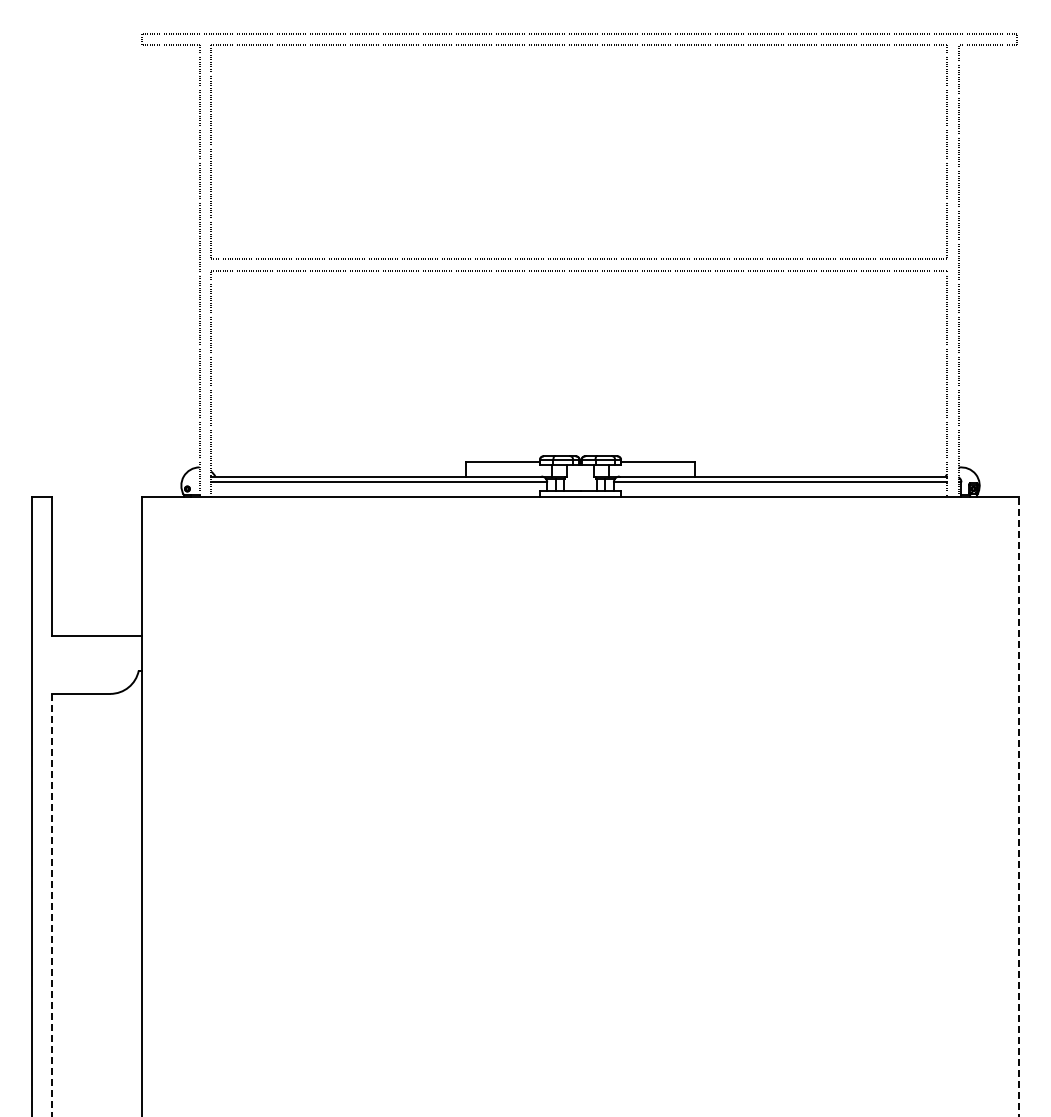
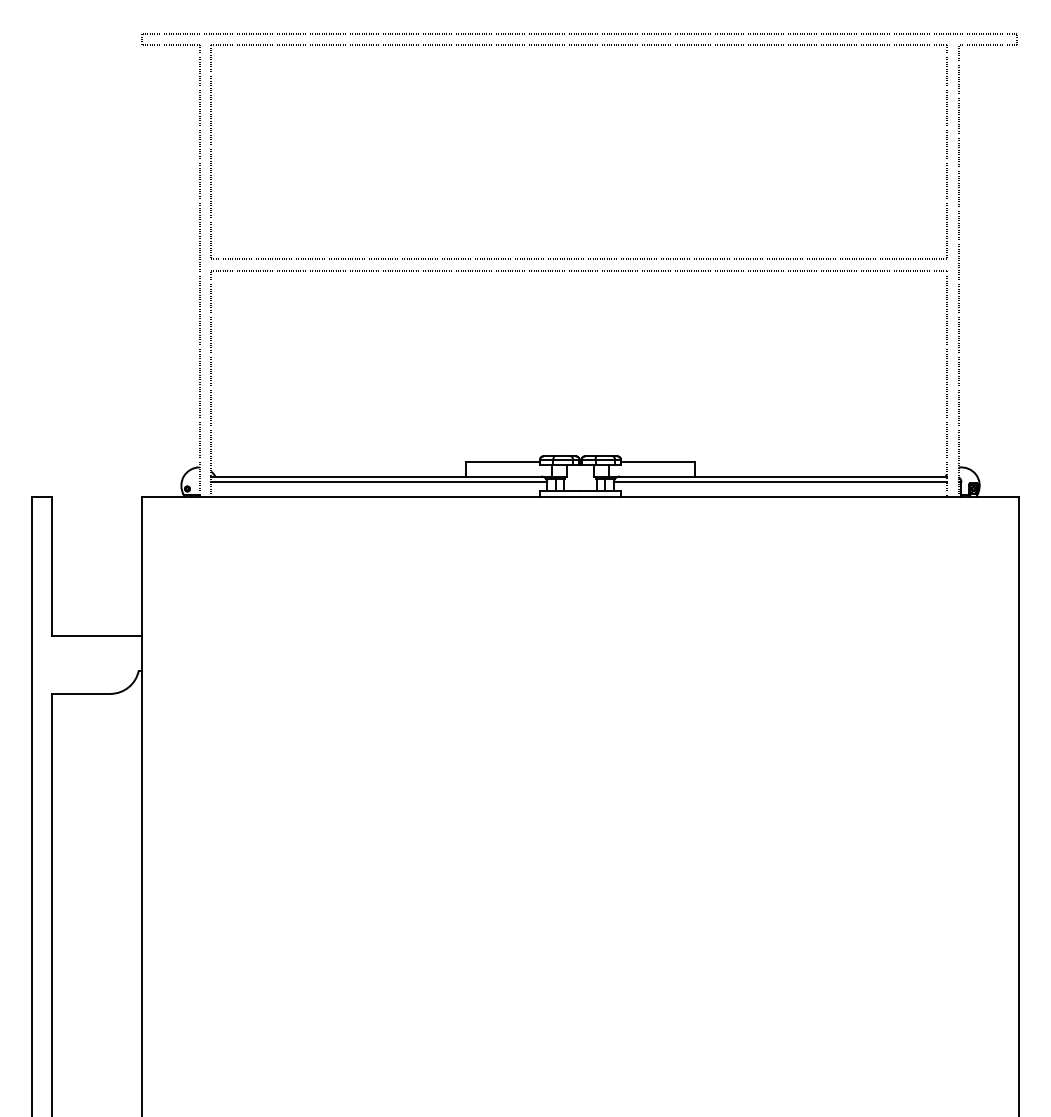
line at (1019, 806): dashed -> solid
line at (51, 905): dashed -> solid
